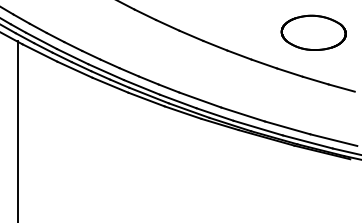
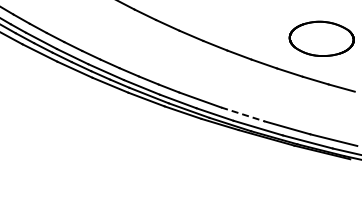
part at (313, 32) position: (313, 32) -> (321, 38)
line at (243, 114): solid -> dashed
line at (17, 130): present -> none
